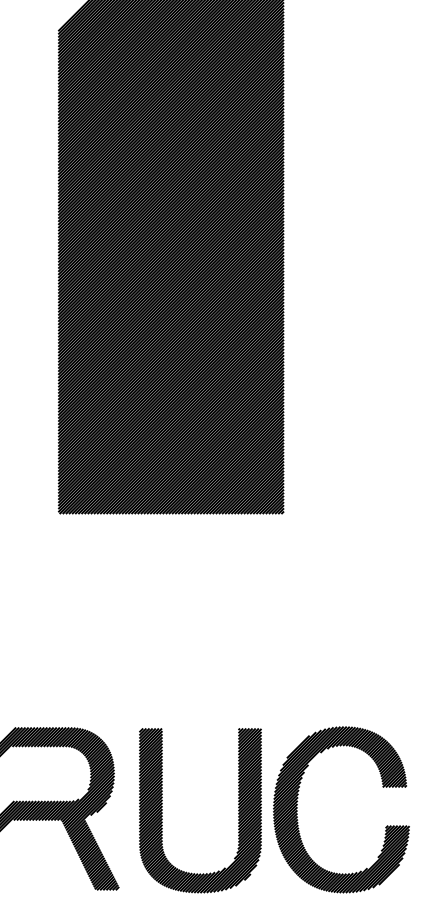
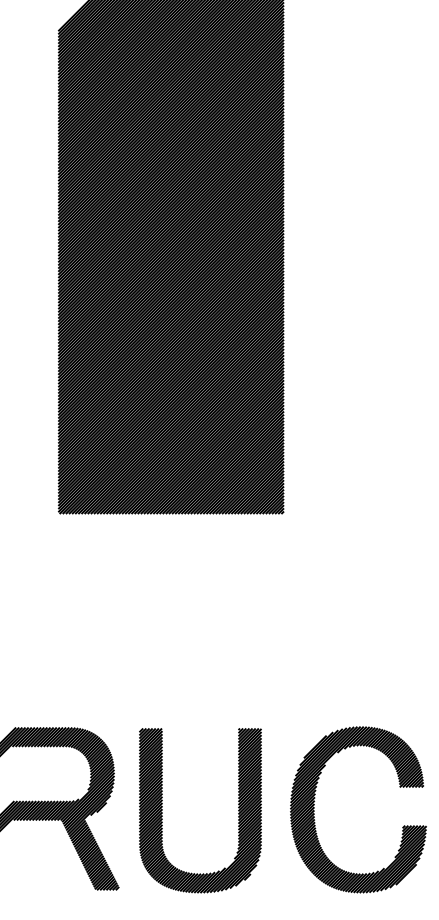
part at (298, 801) position: (298, 801) -> (315, 801)
